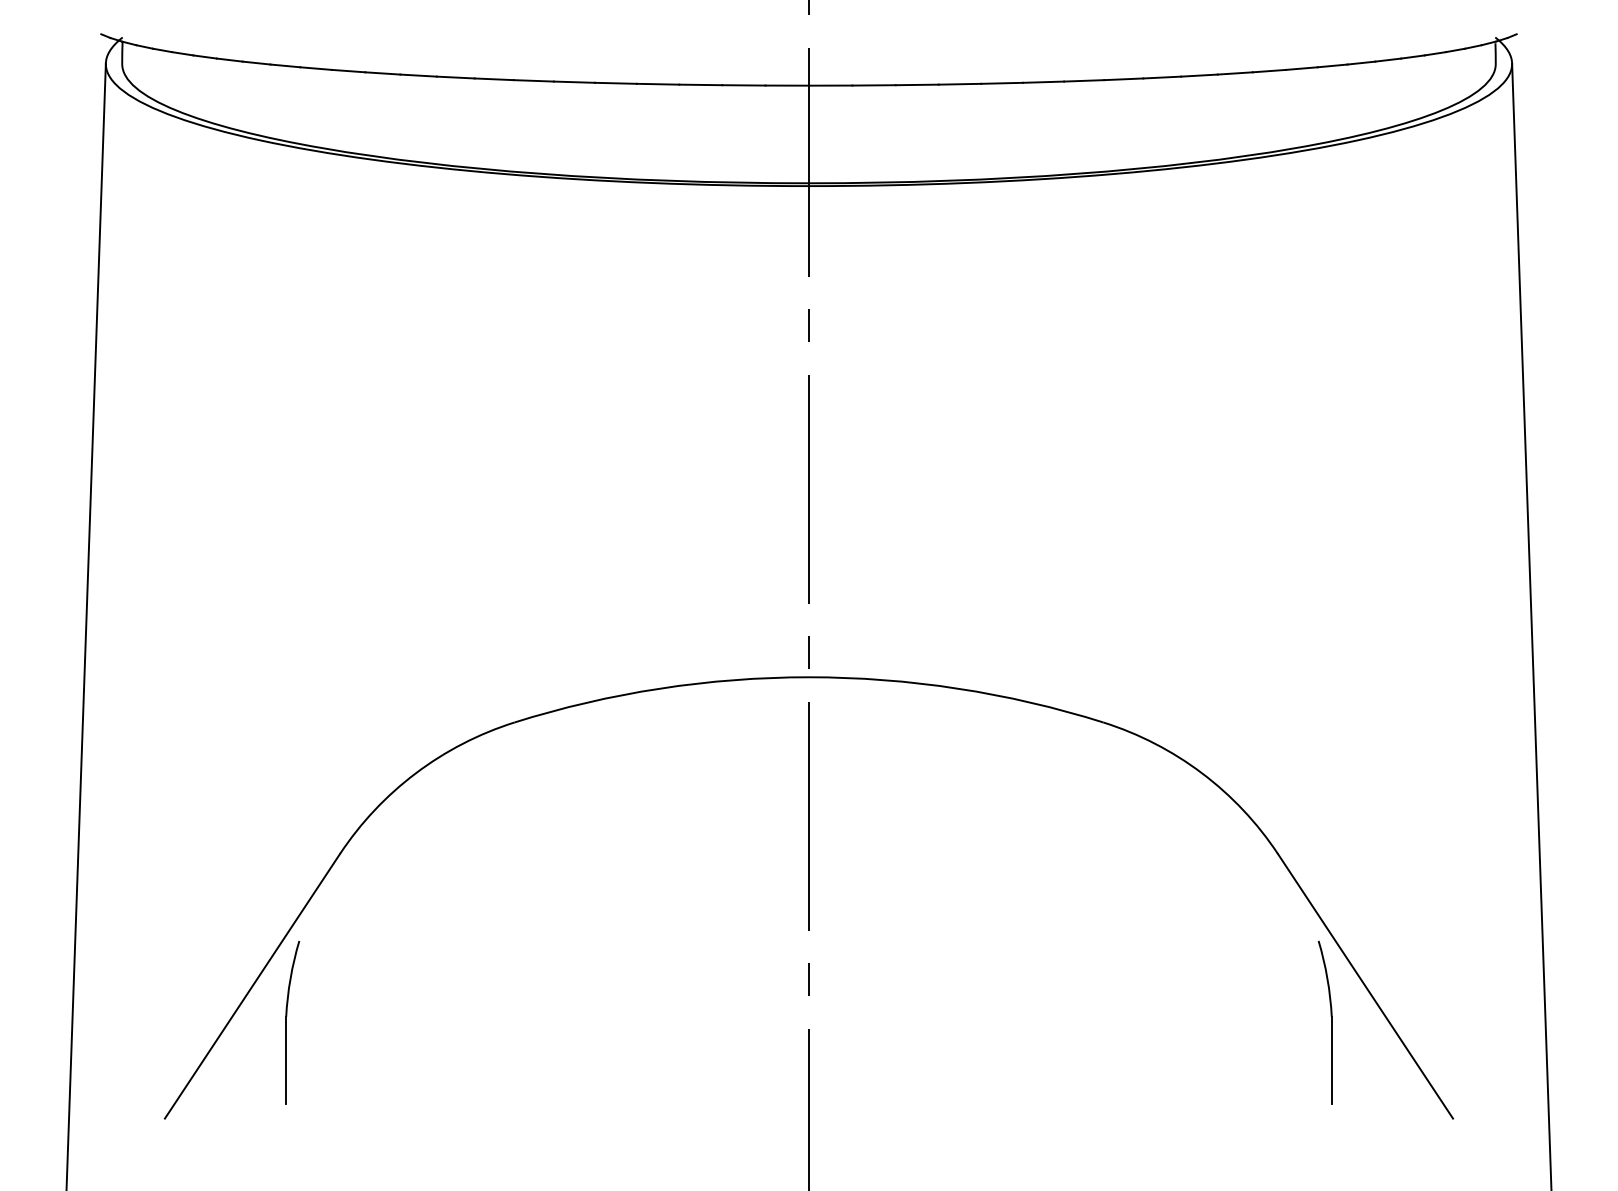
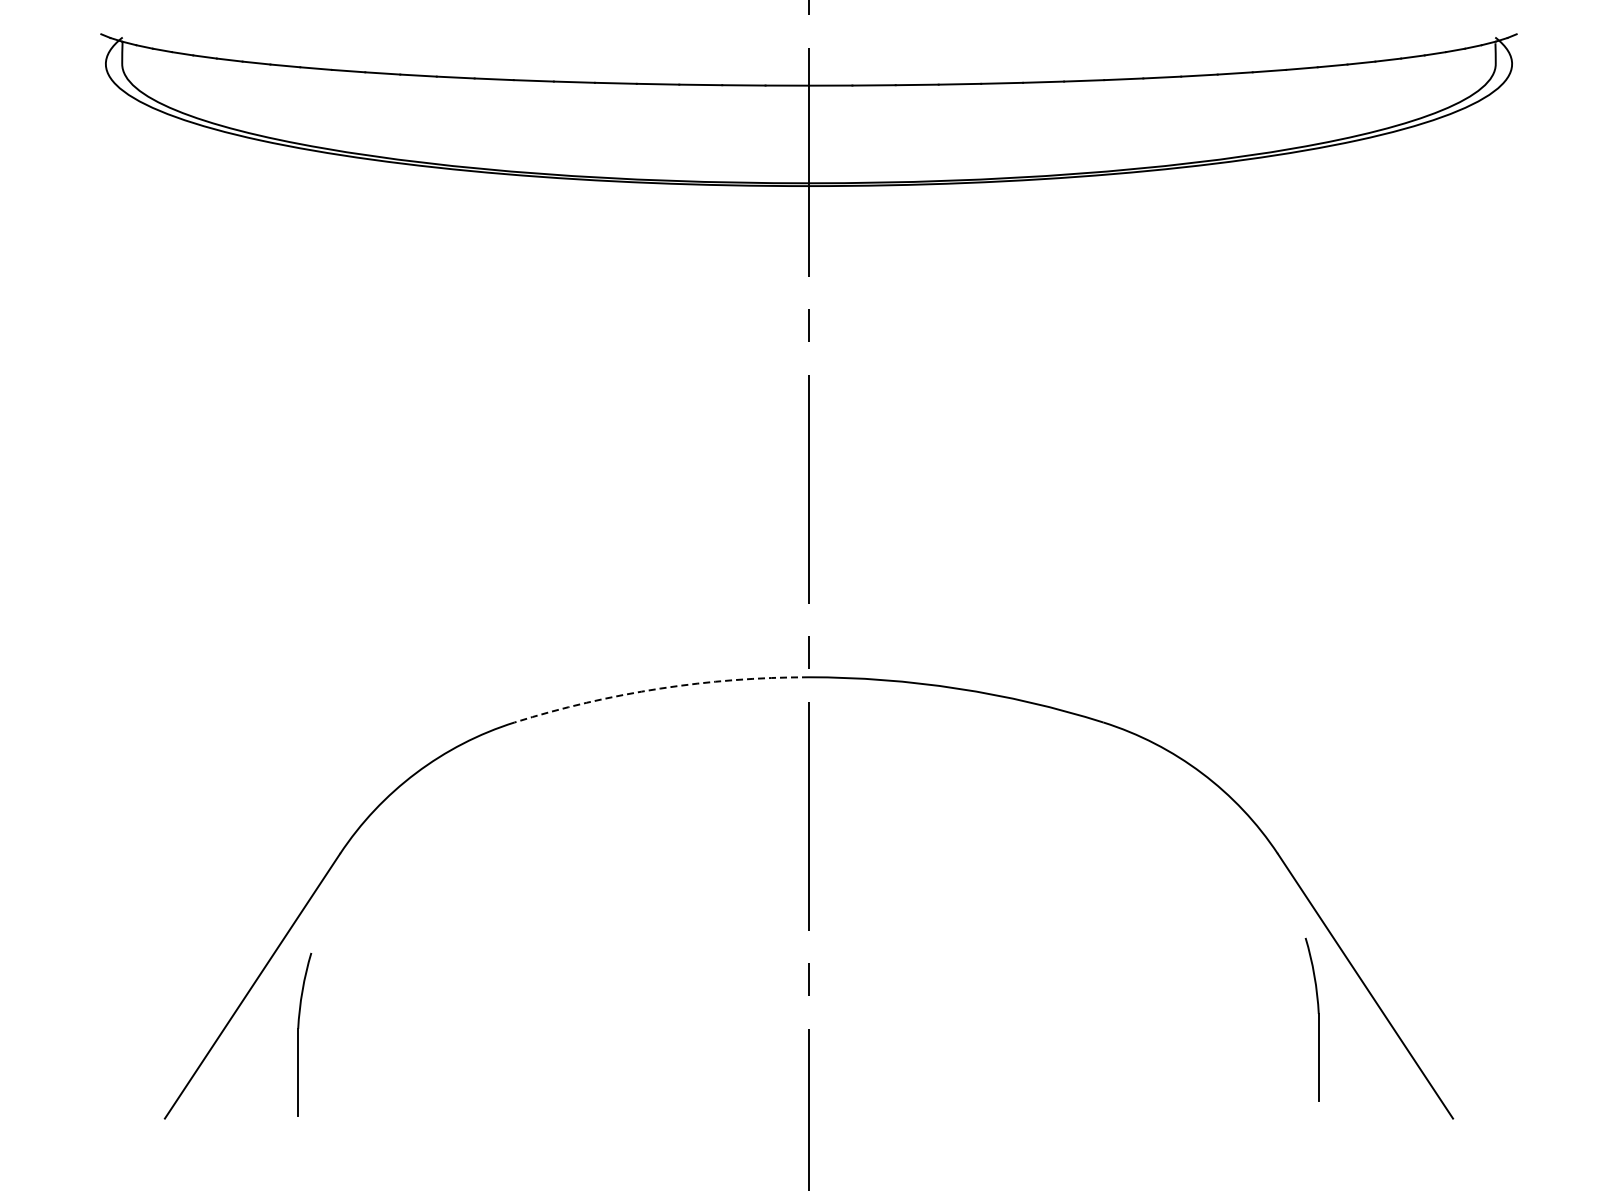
line at (85, 625): present -> none
line at (1531, 625): present -> none
arc at (660, 688): solid -> dashed
part at (292, 1022) position: (292, 1022) -> (304, 1034)
part at (1331, 1022) position: (1331, 1022) -> (1318, 1019)
